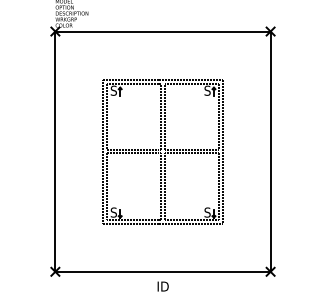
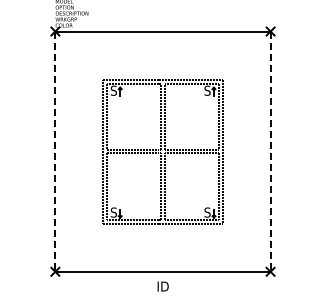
line at (55, 152): solid -> dashed
line at (270, 152): solid -> dashed
